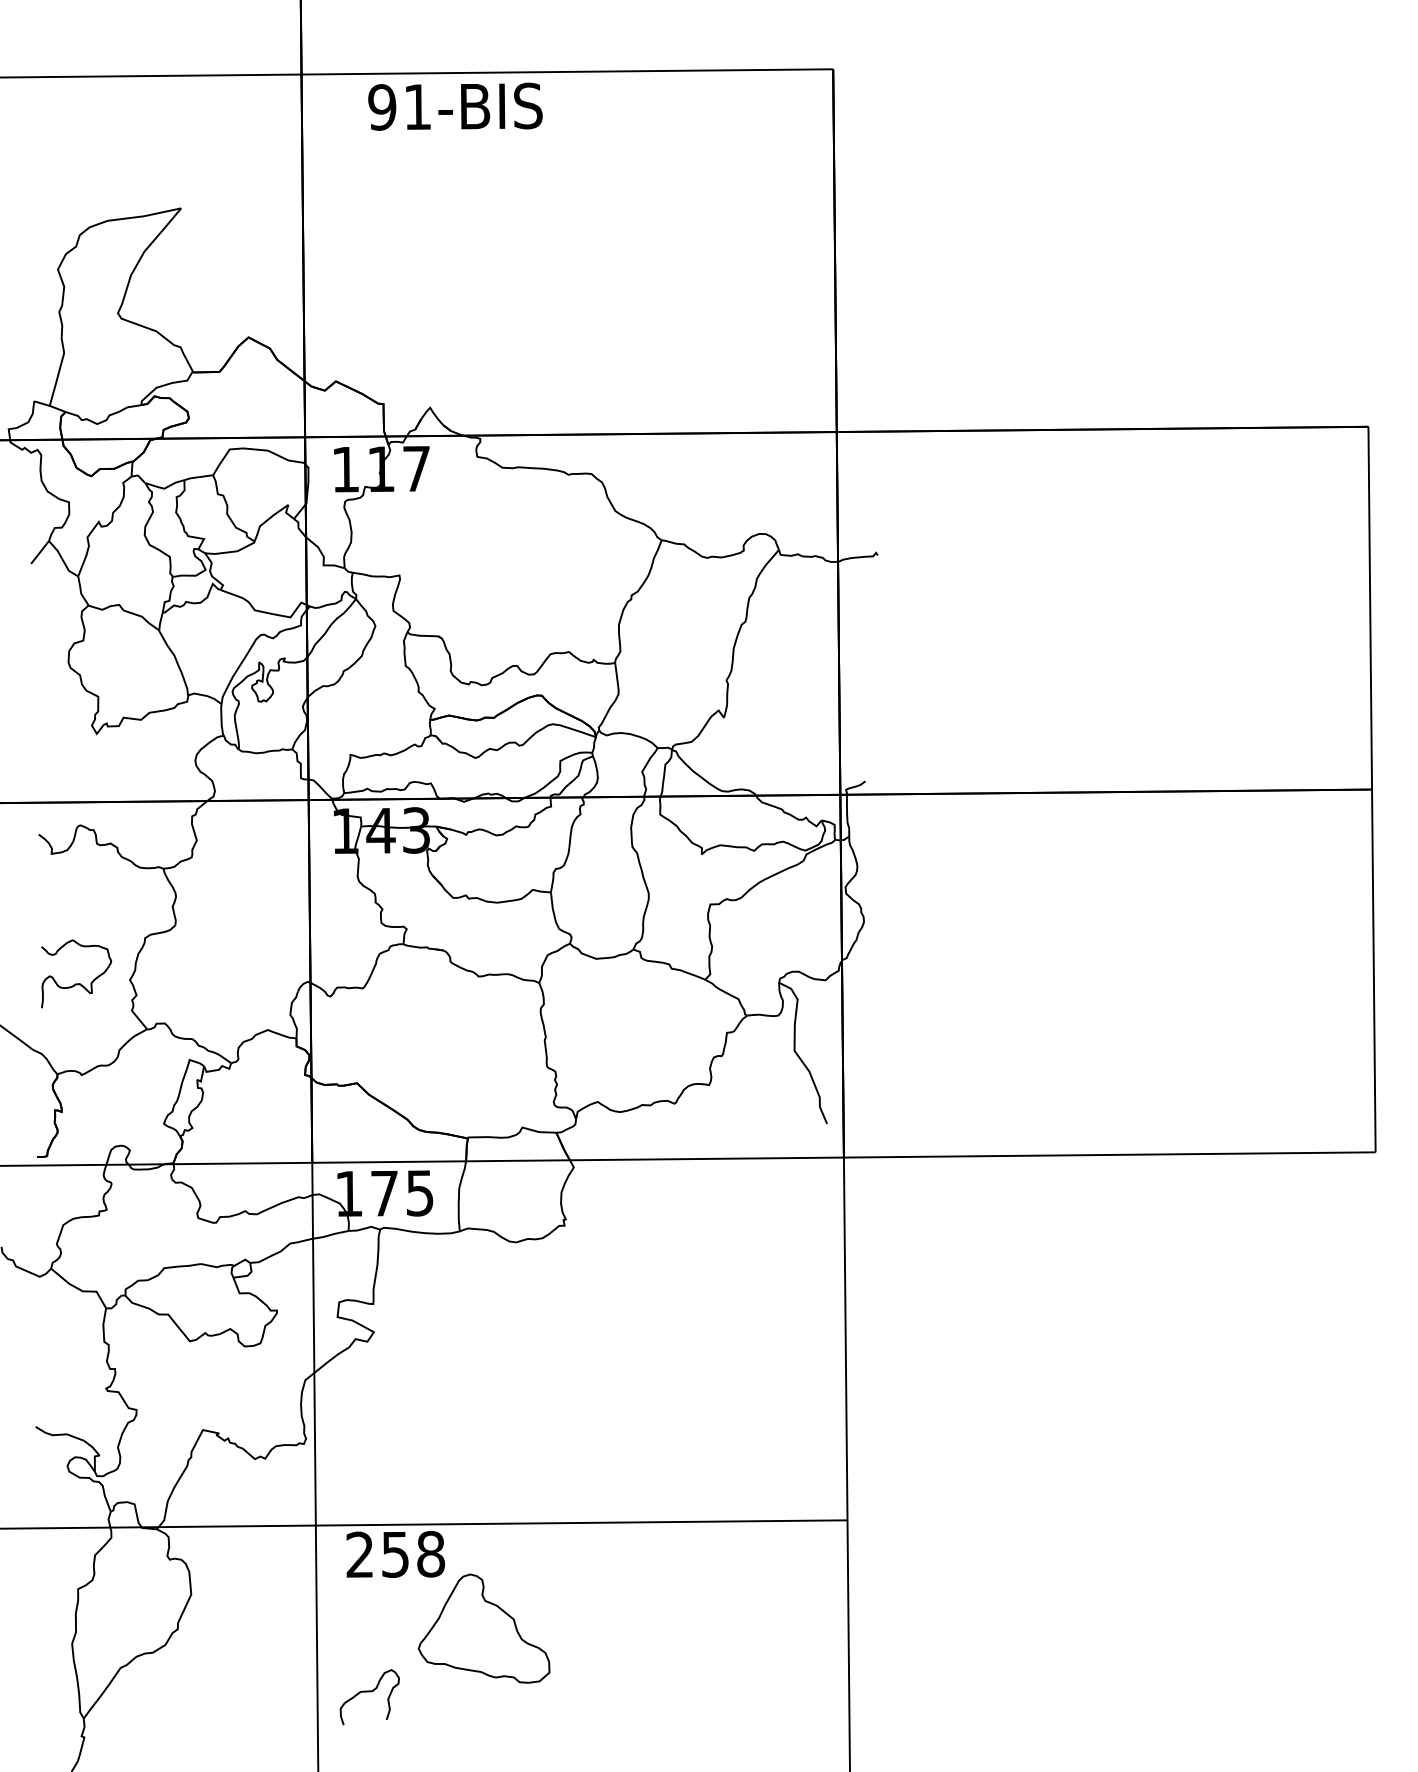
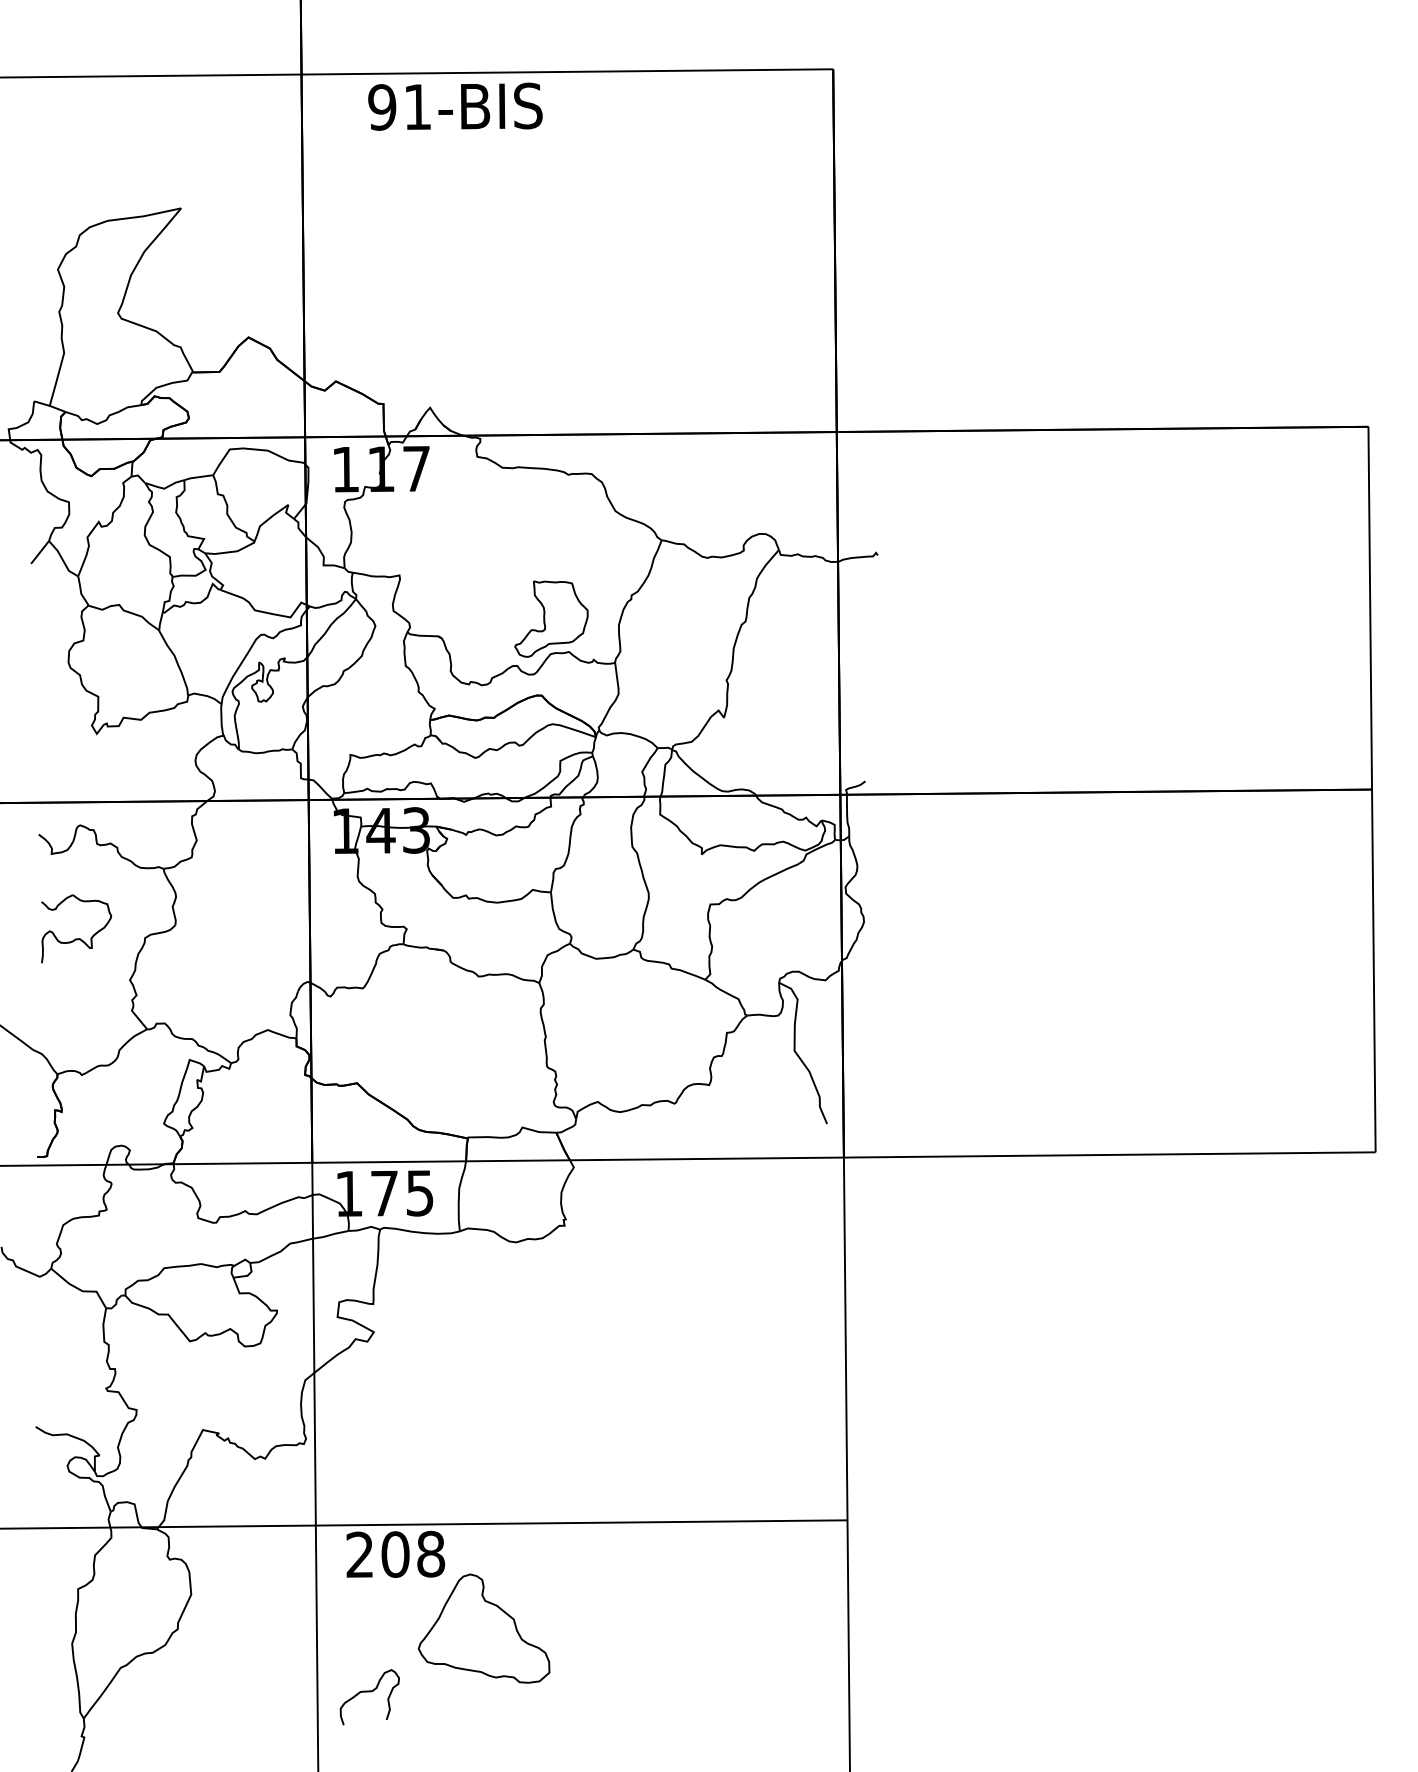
part at (551, 618): none -> present
part at (76, 983) position: (76, 983) -> (76, 938)
text at (395, 1554): 258 -> 208
